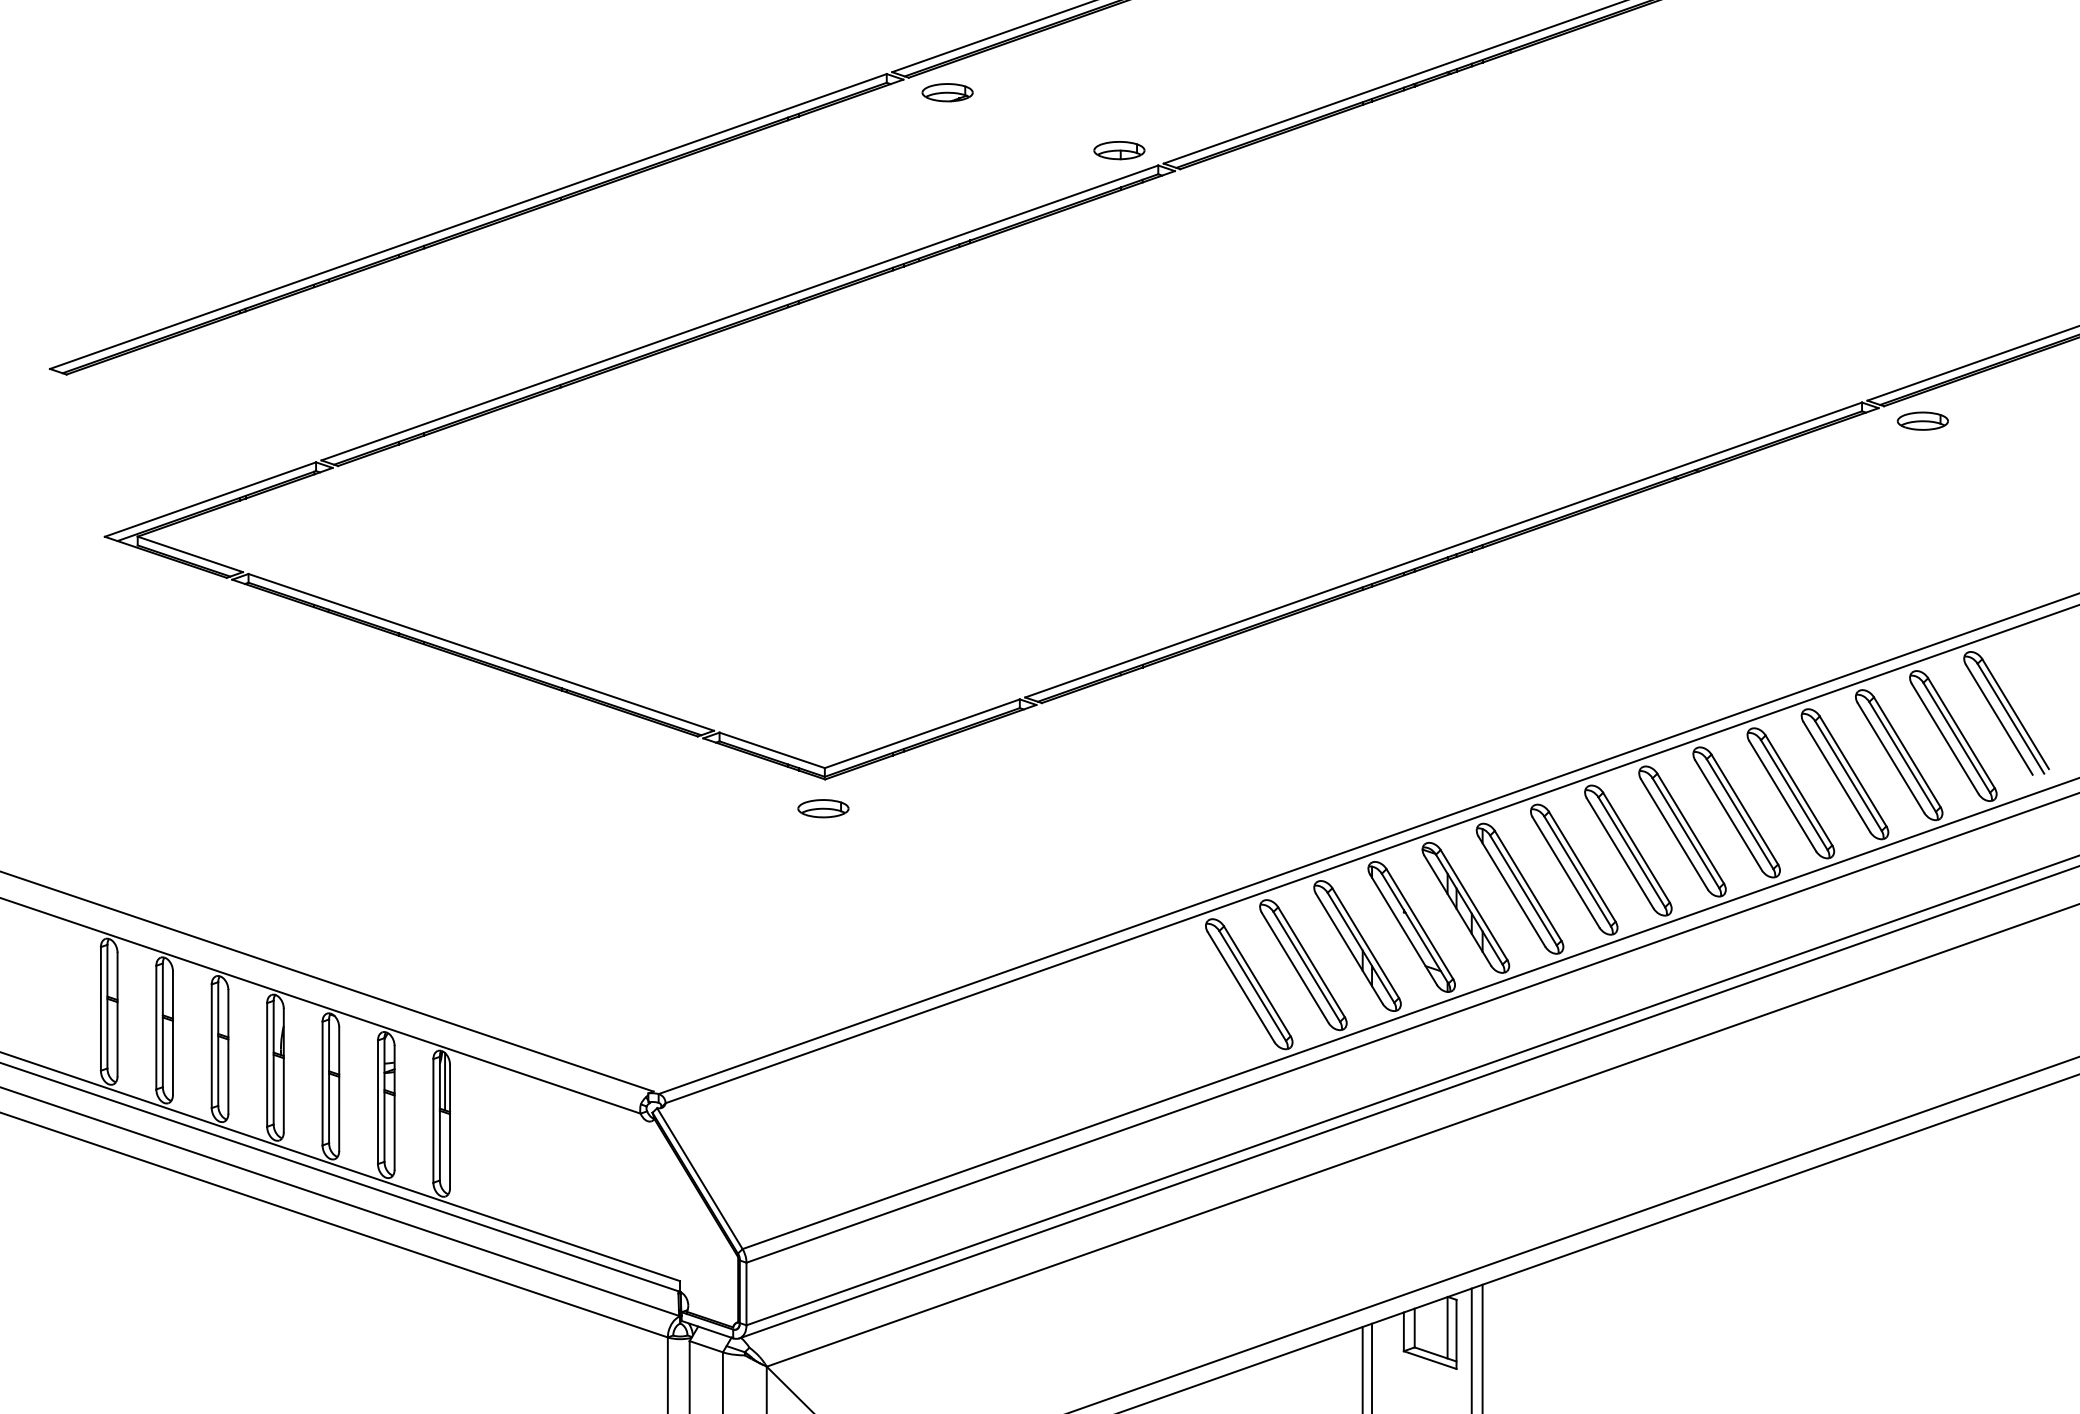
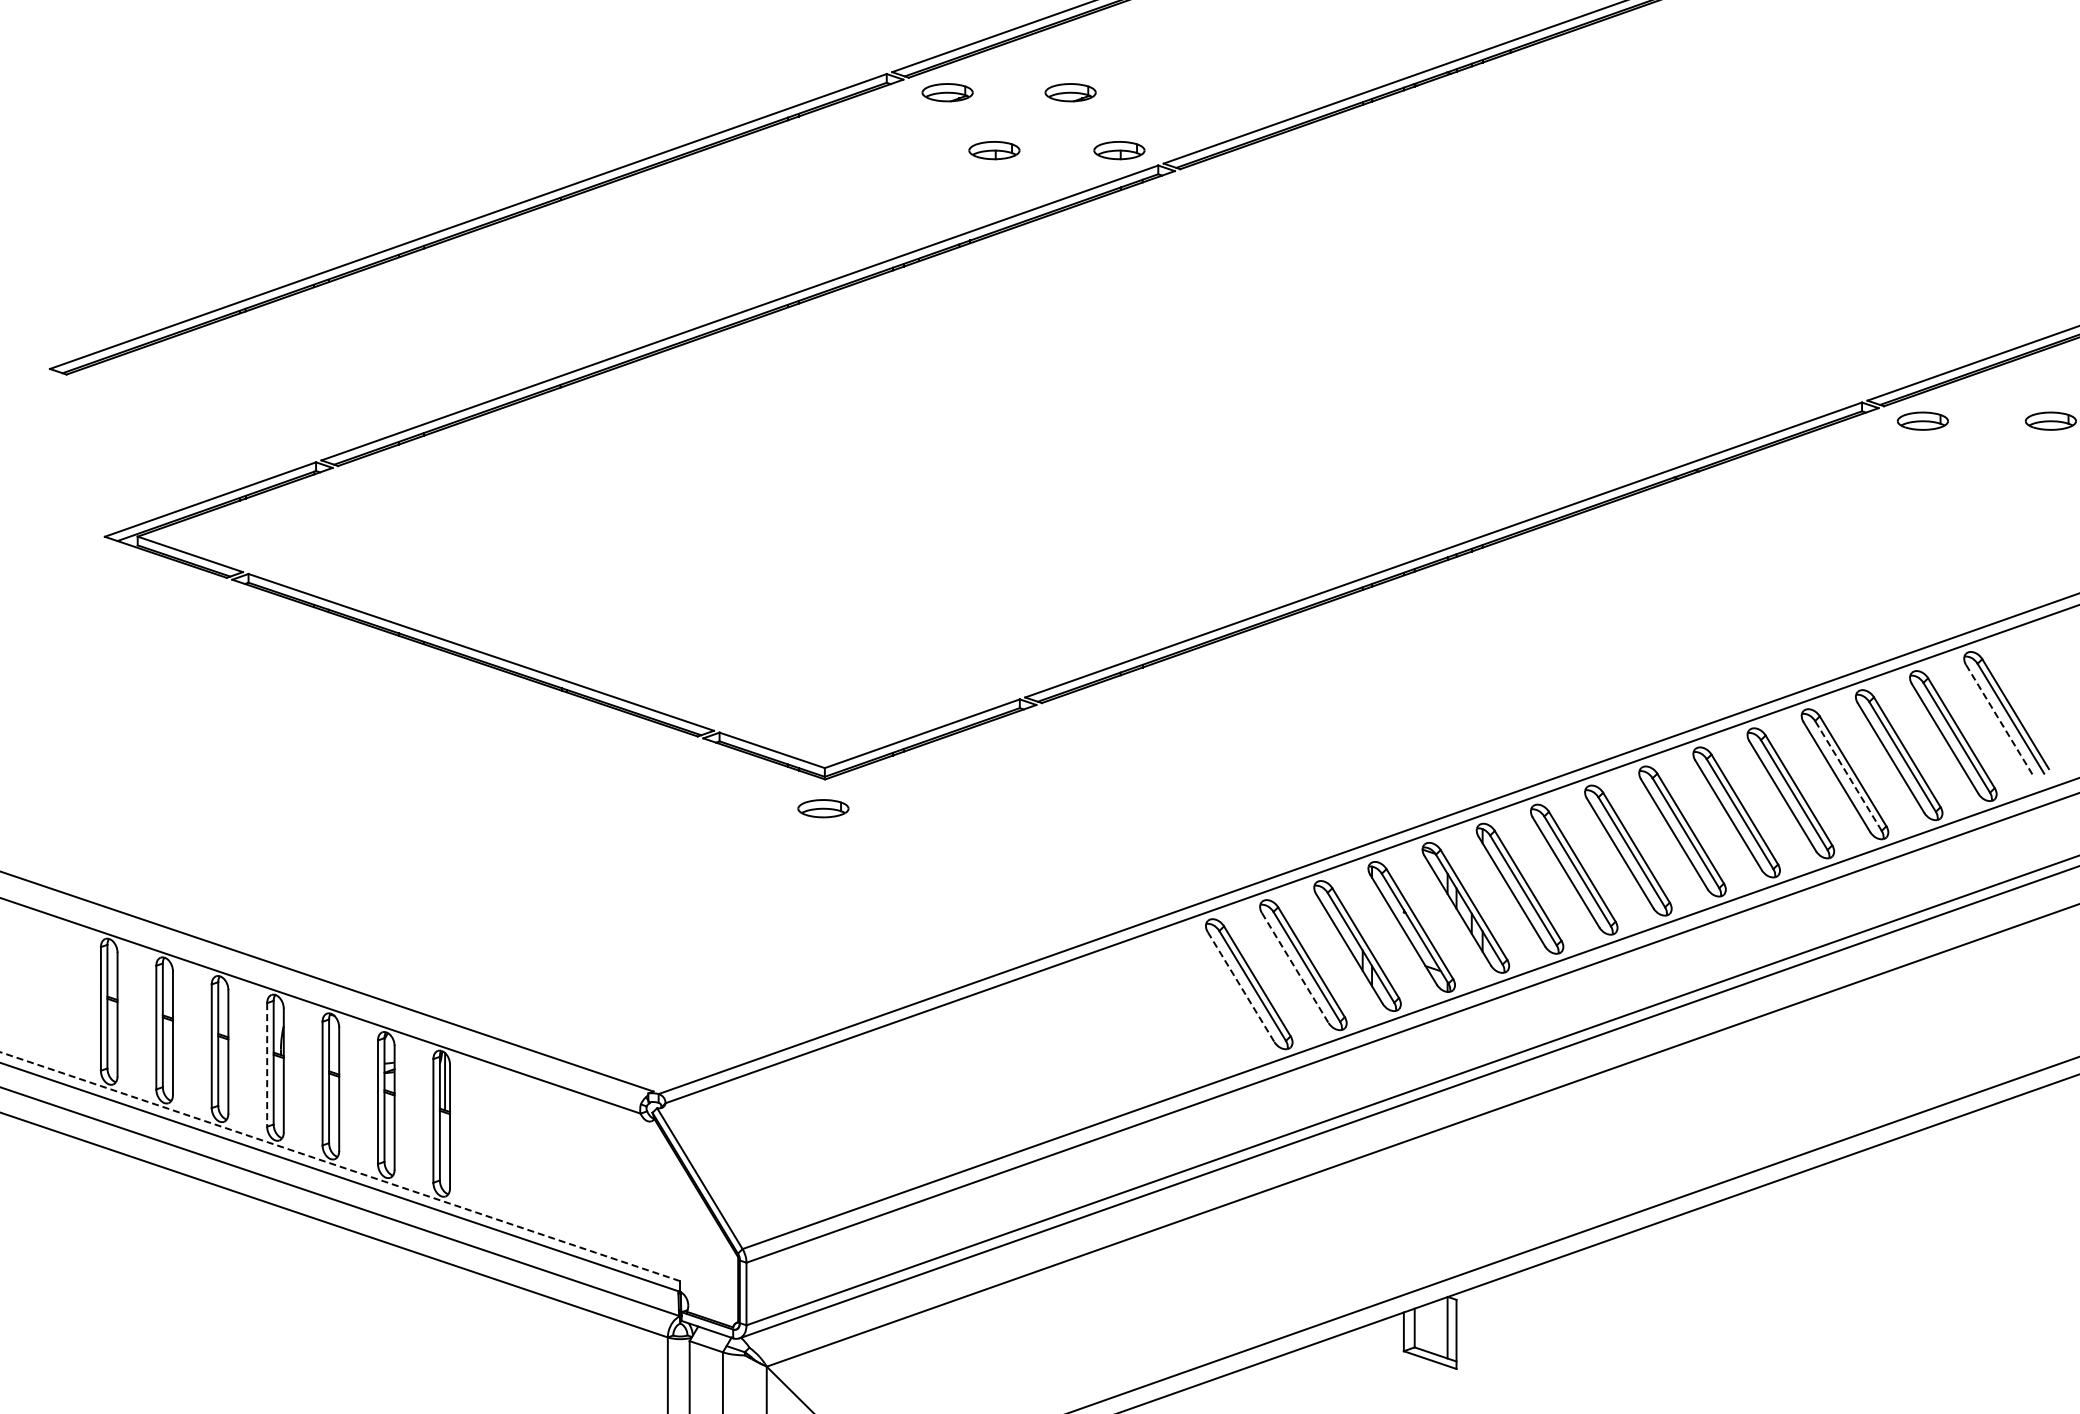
part at (1070, 92): none -> present
part at (994, 150): none -> present
part at (2050, 420): none -> present
line at (1999, 720): solid -> dashed
line at (1848, 775): solid -> dashed
line at (1295, 968): solid -> dashed
line at (1241, 987): solid -> dashed
line at (267, 1064): solid -> dashed
line at (339, 1166): solid -> dashed
line at (1482, 1347): present -> none
line at (1471, 1349): present -> none
line at (1372, 1366): present -> none
line at (1362, 1368): present -> none
